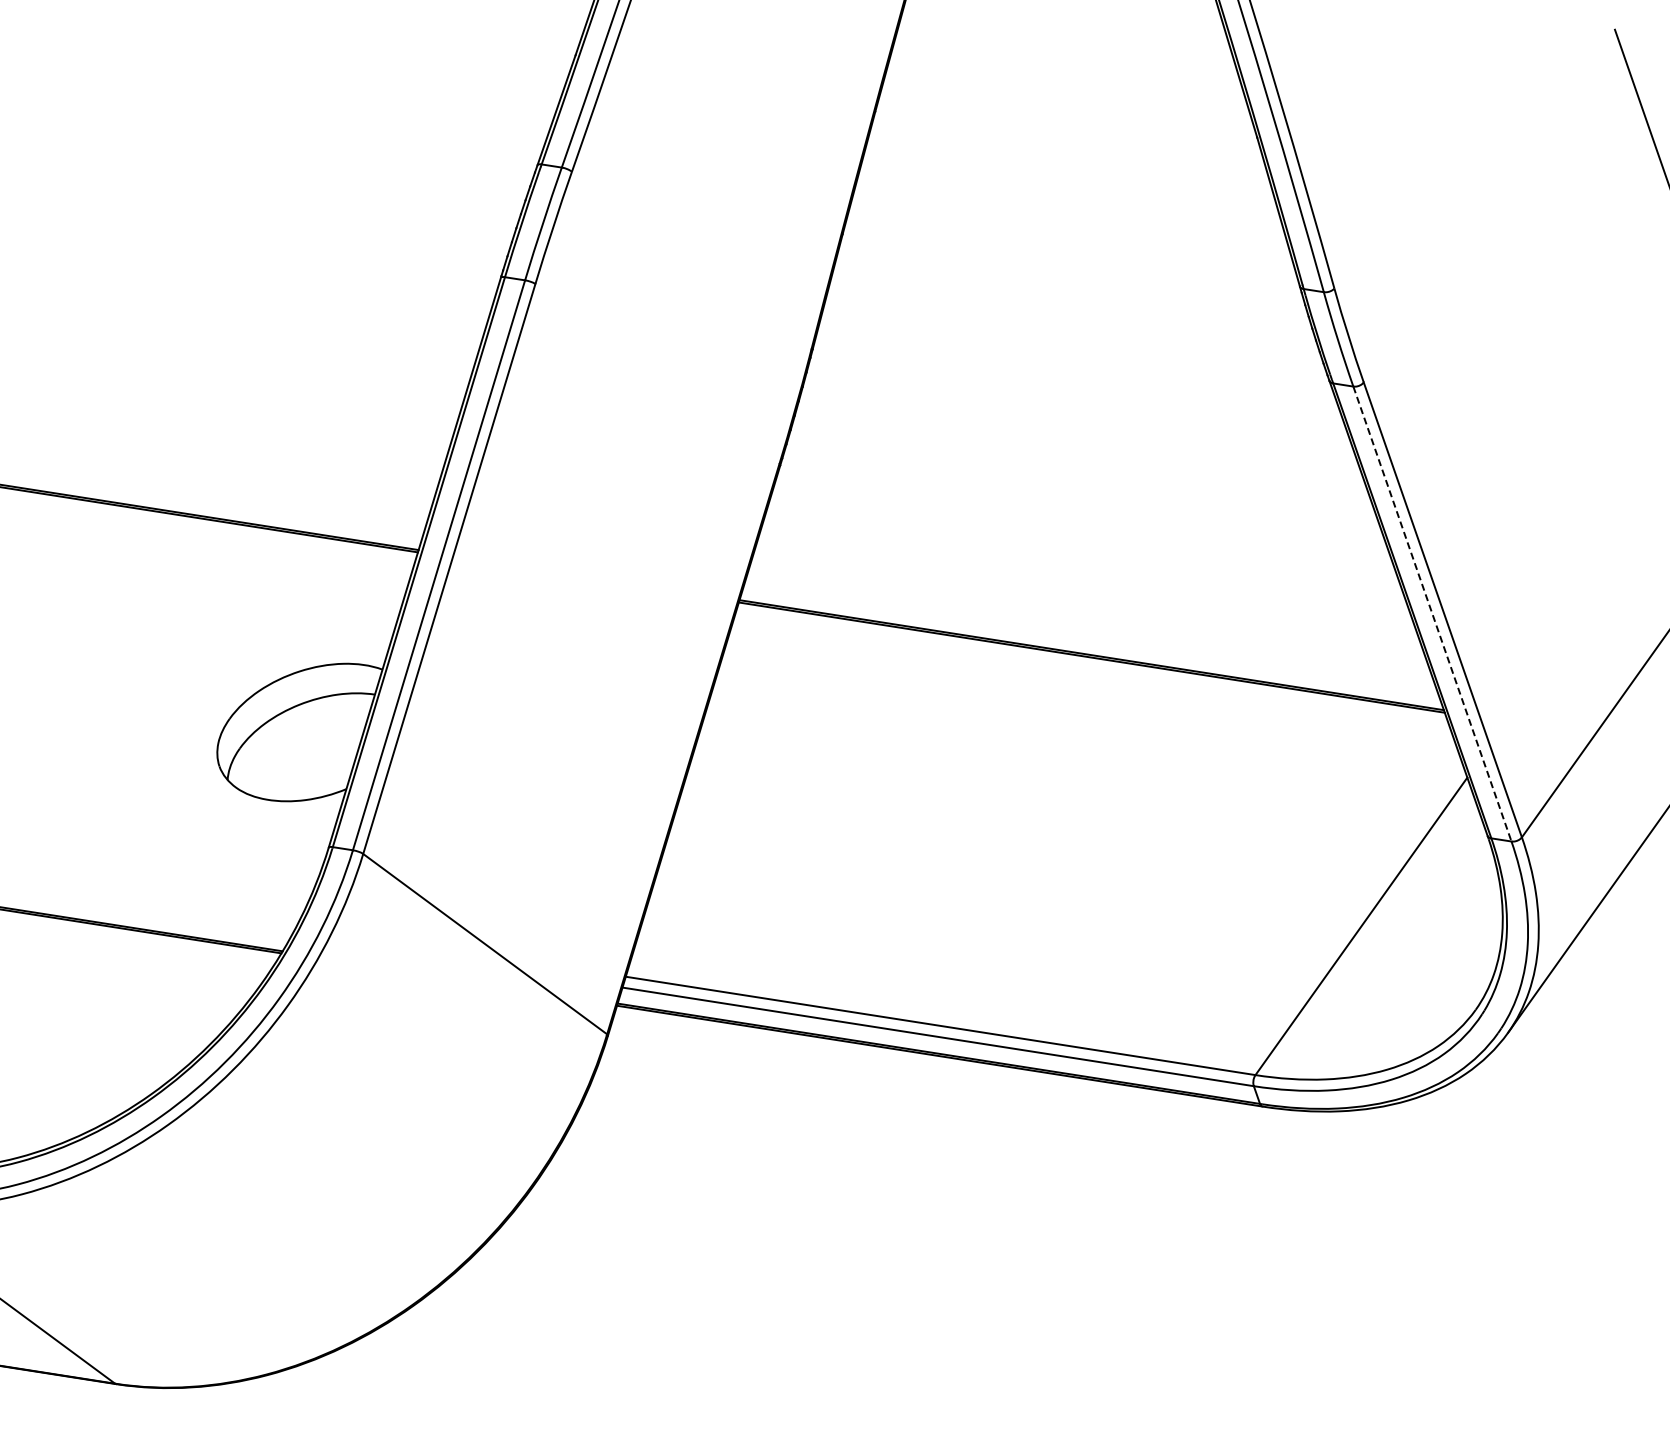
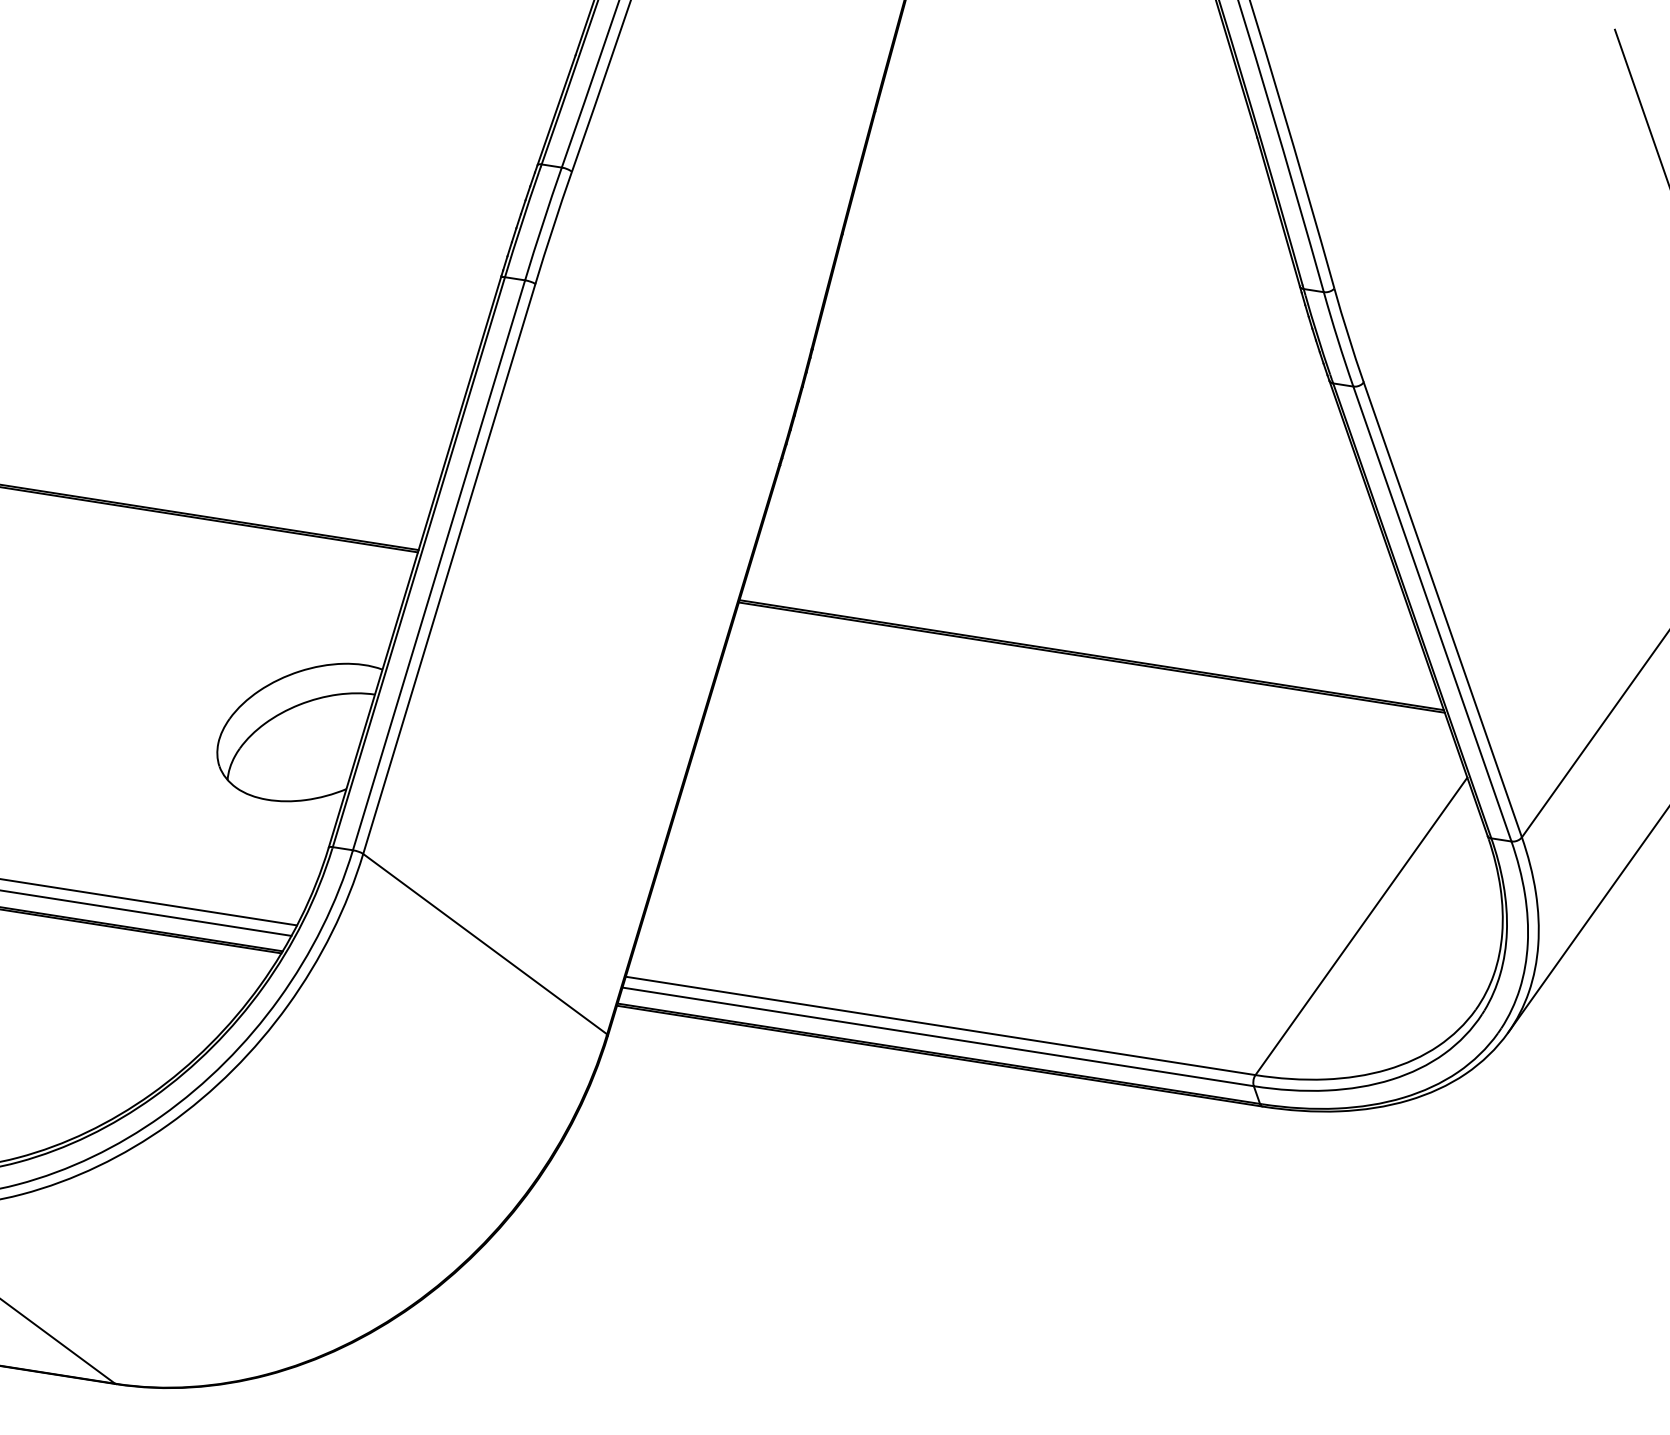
line at (1432, 614): dashed -> solid
line at (149, 902): none -> present
line at (146, 912): none -> present
